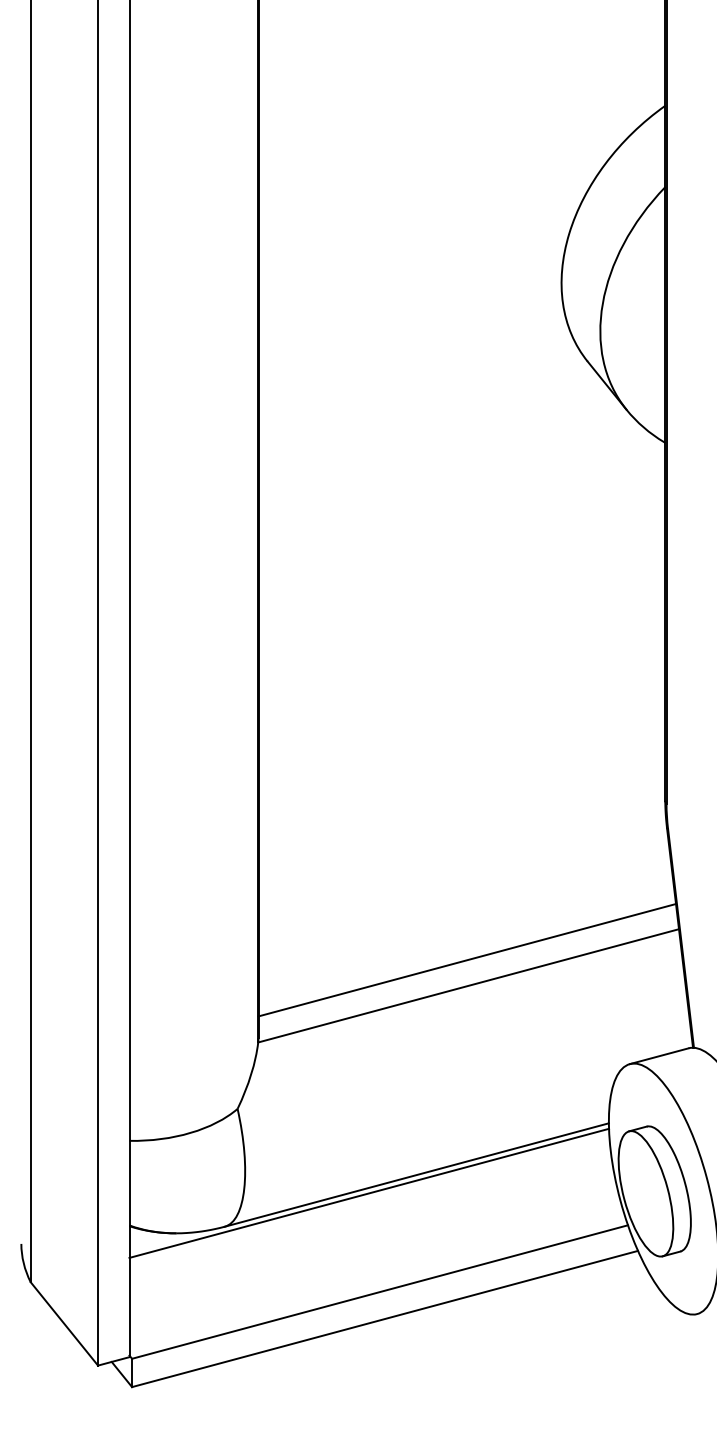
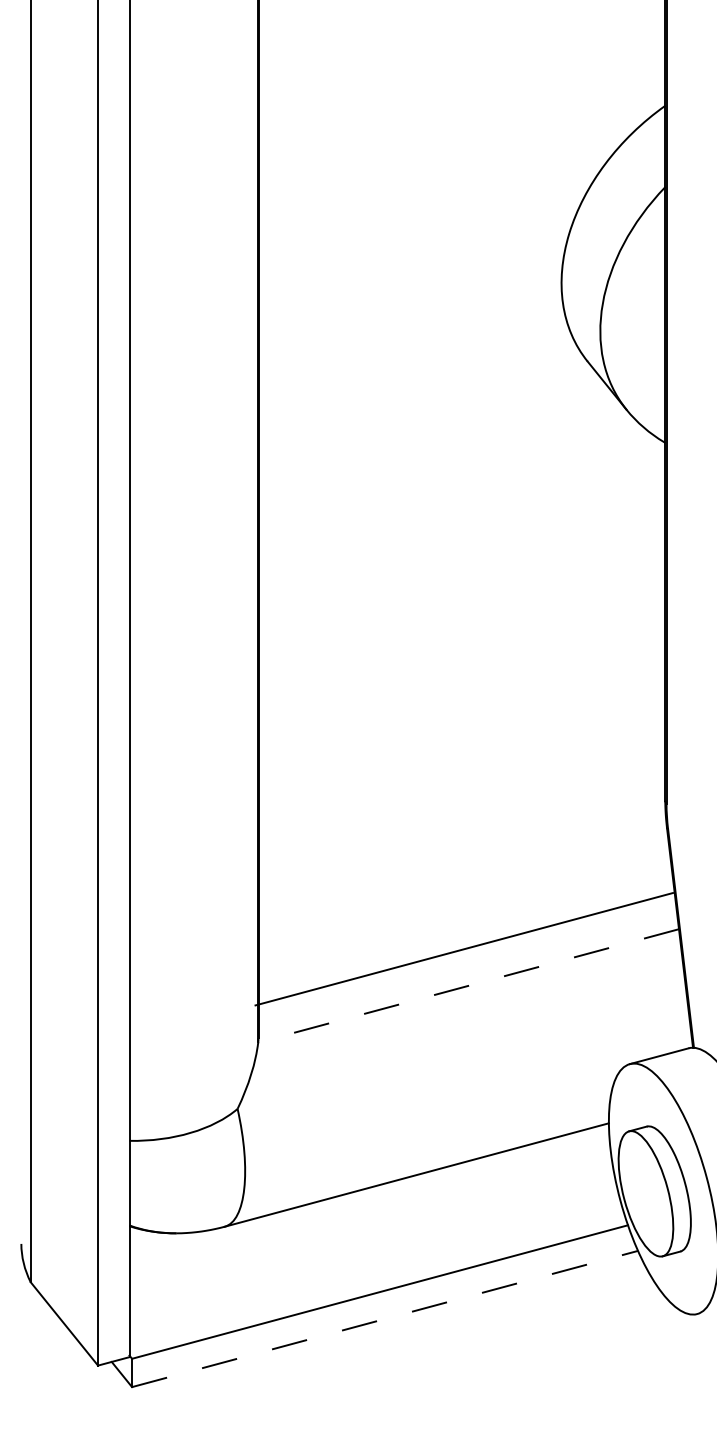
line at (467, 960) position: (467, 960) -> (464, 949)
line at (468, 985): solid -> dashed
line at (369, 1192): present -> none
line at (385, 1319): solid -> dashed
